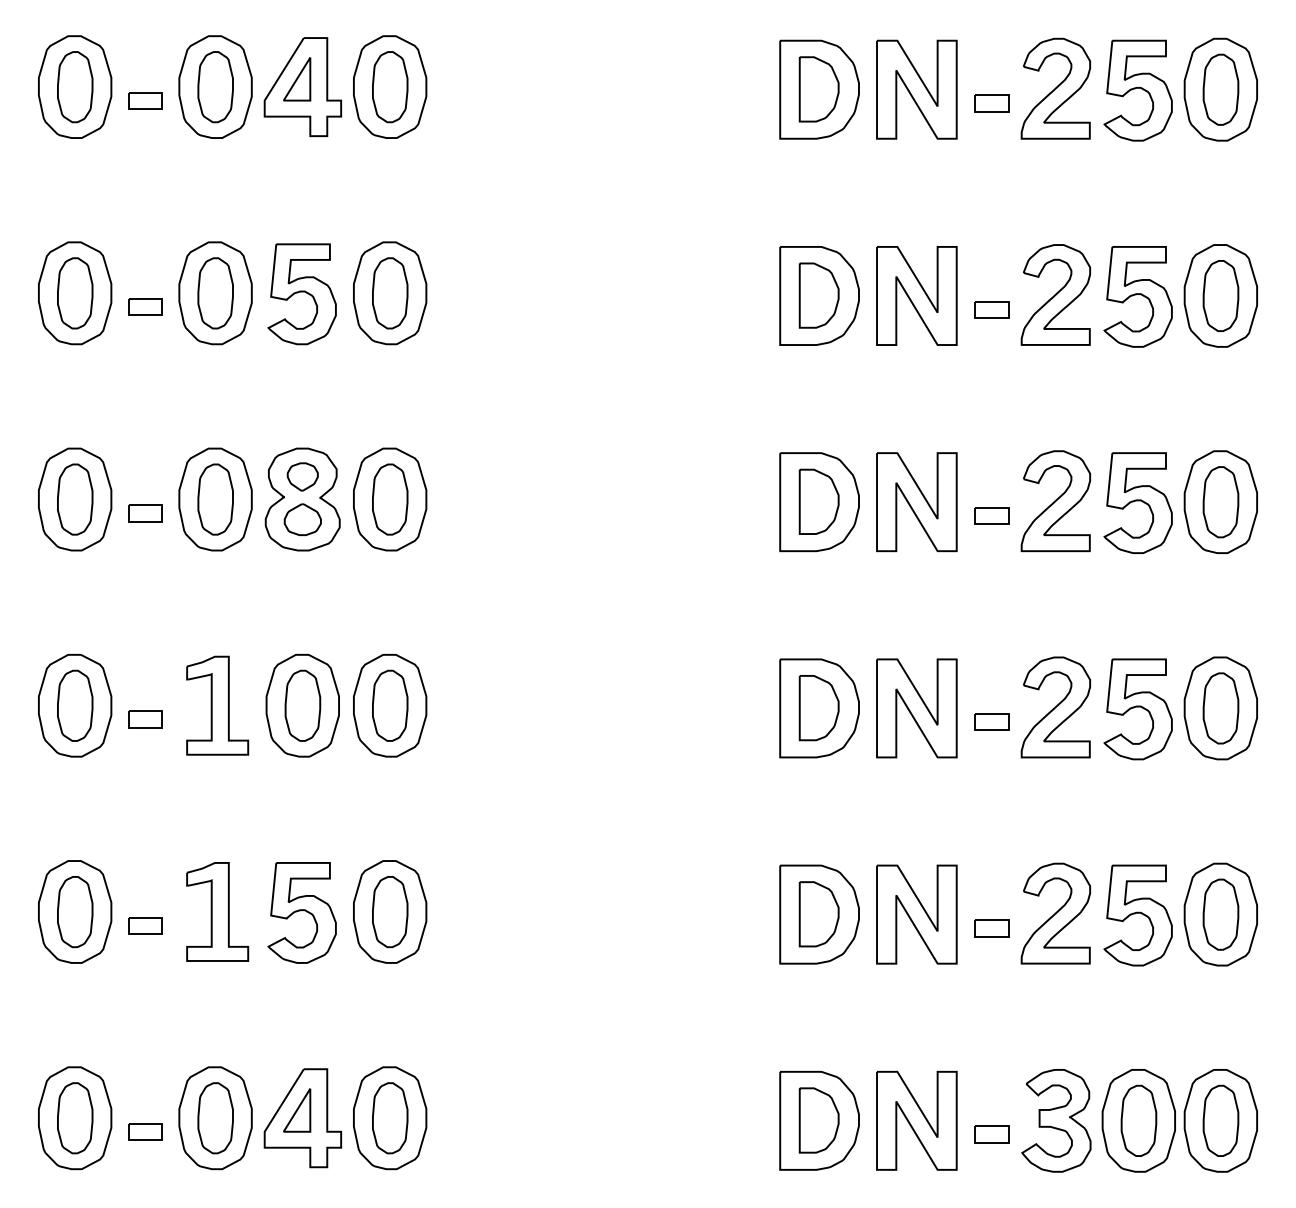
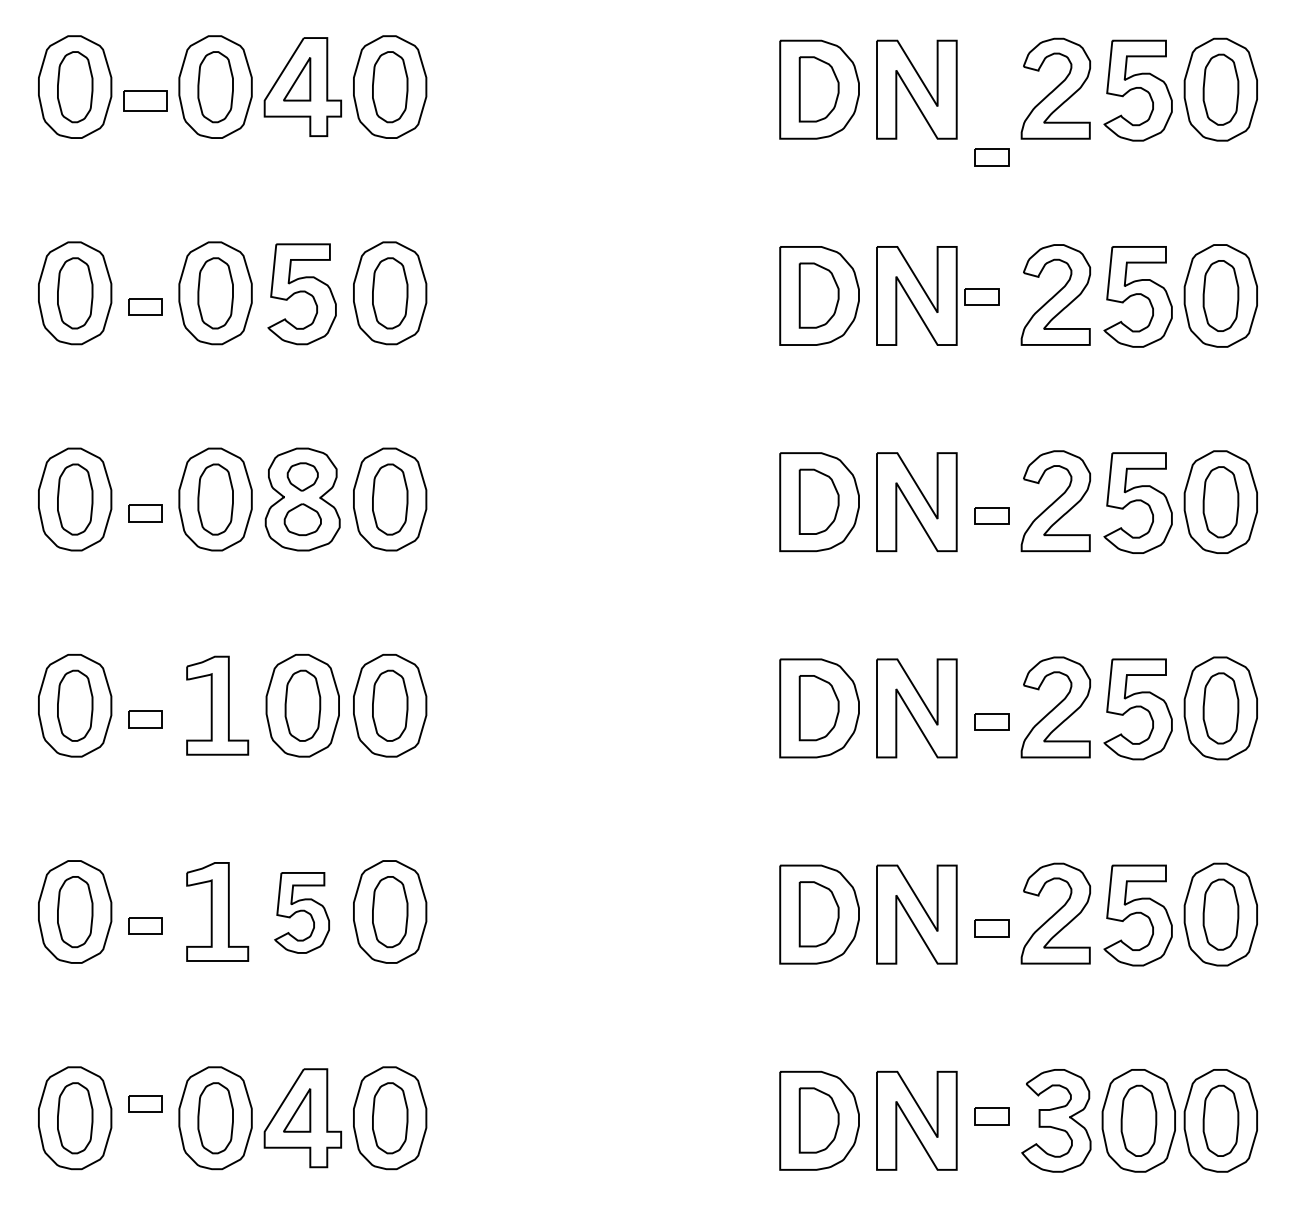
part at (145, 100) size: 35x18 px -> 45x22 px
part at (991, 103) position: (991, 103) -> (991, 157)
part at (991, 309) position: (991, 309) -> (981, 296)
part at (301, 912) size: 70x102 px -> 56x82 px
part at (145, 1131) position: (145, 1131) -> (145, 1103)
part at (991, 1134) position: (991, 1134) -> (991, 1116)
